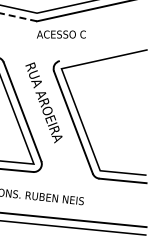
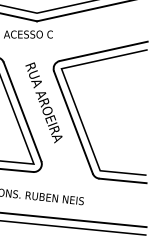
line at (18, 17): dashed -> solid
text at (61, 34) position: (61, 34) -> (28, 34)
line at (103, 51): none -> present
